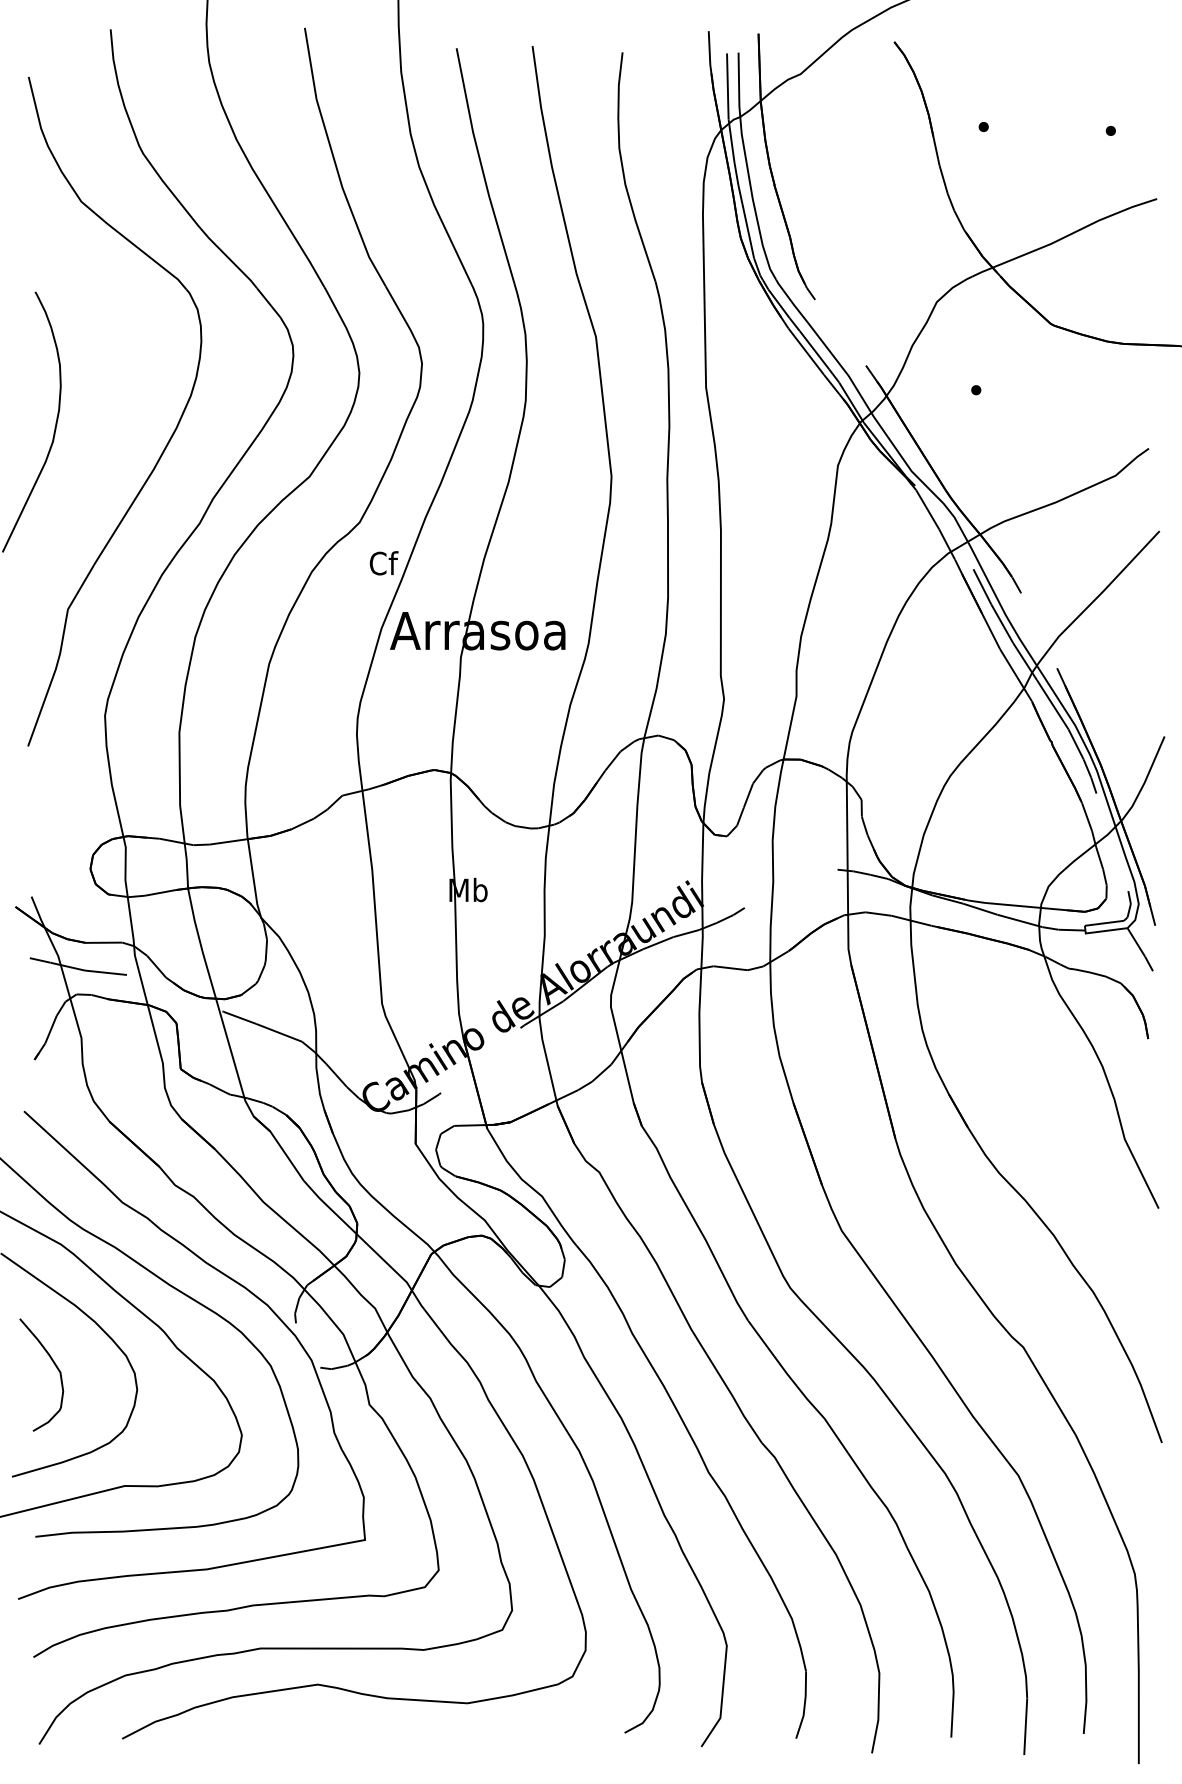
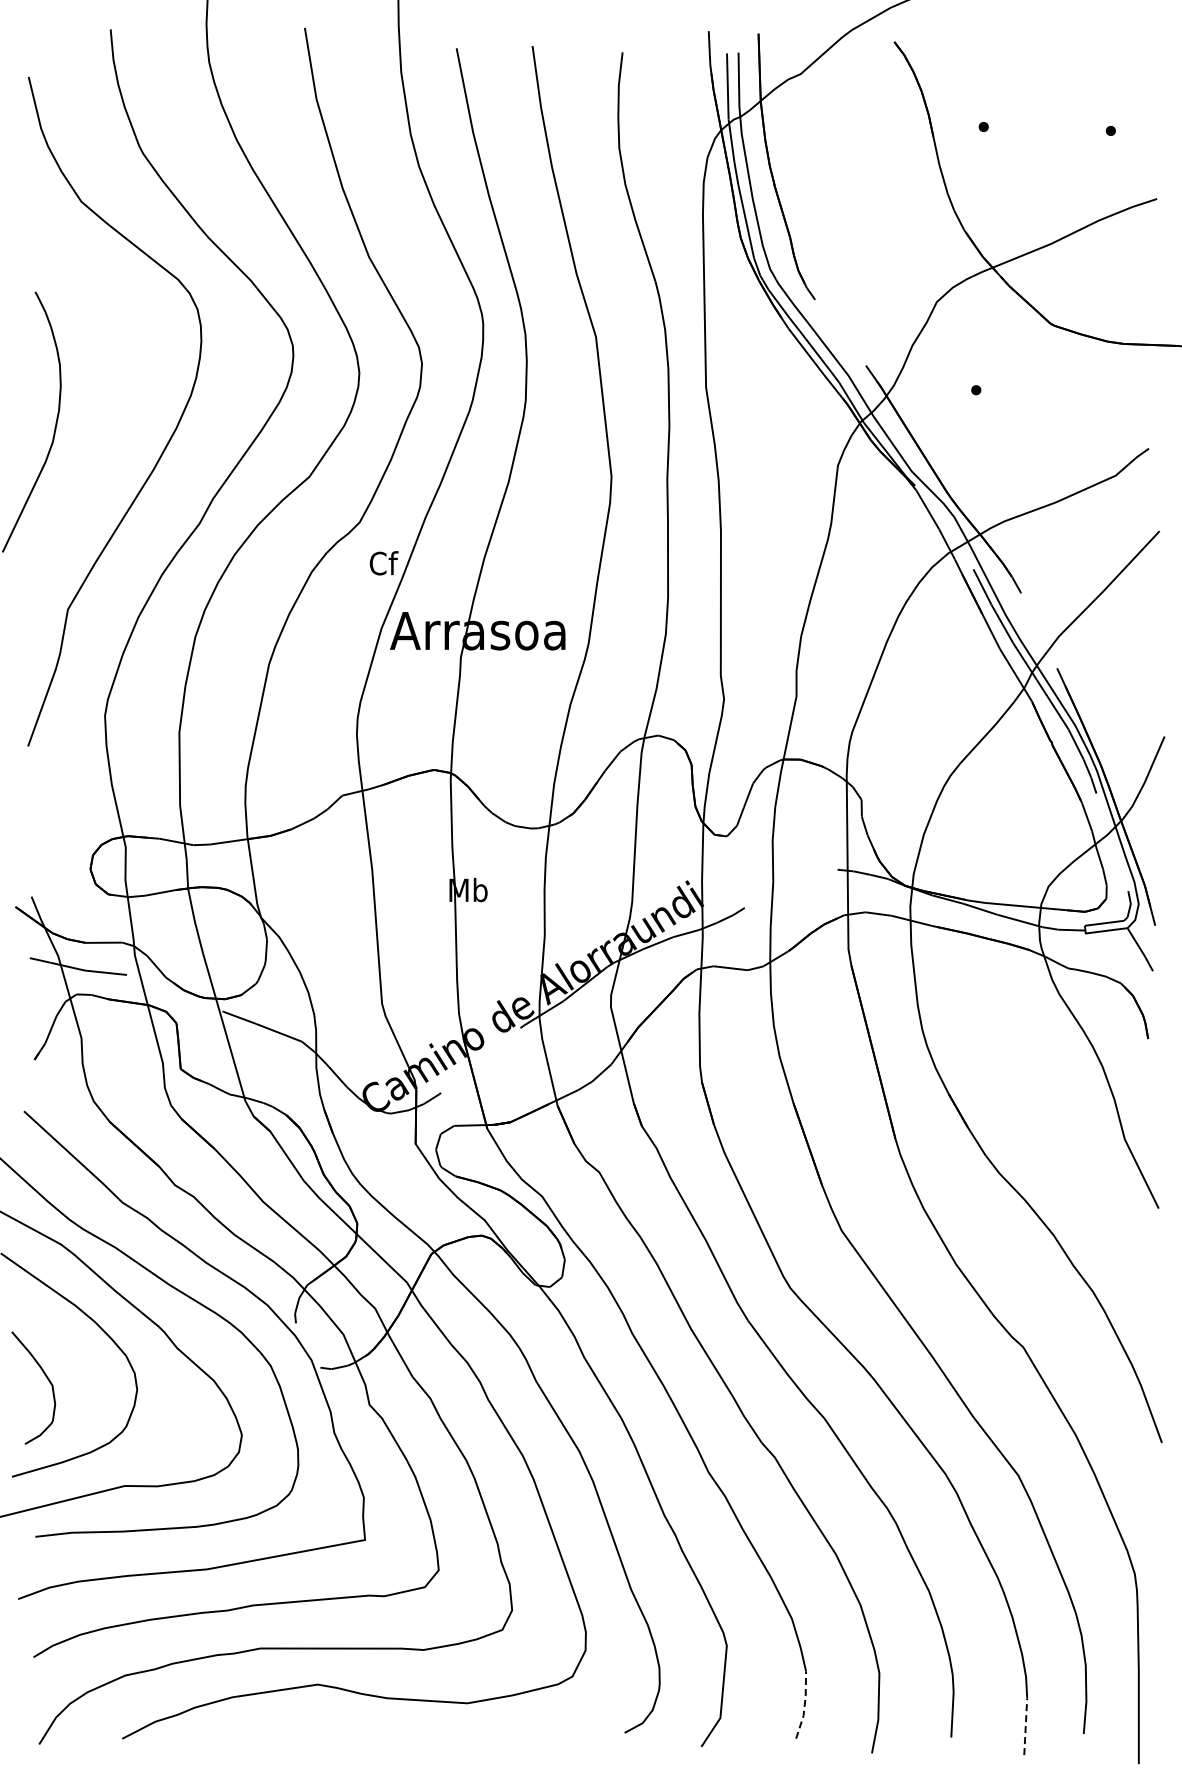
curve at (54, 1365) position: (54, 1365) -> (46, 1378)
line at (804, 1705): solid -> dashed
line at (1025, 1726): solid -> dashed
